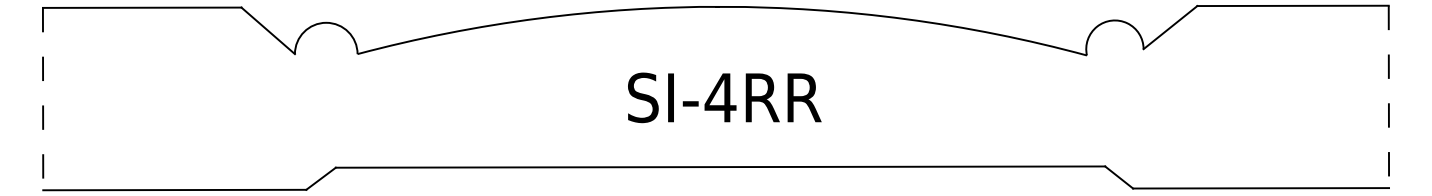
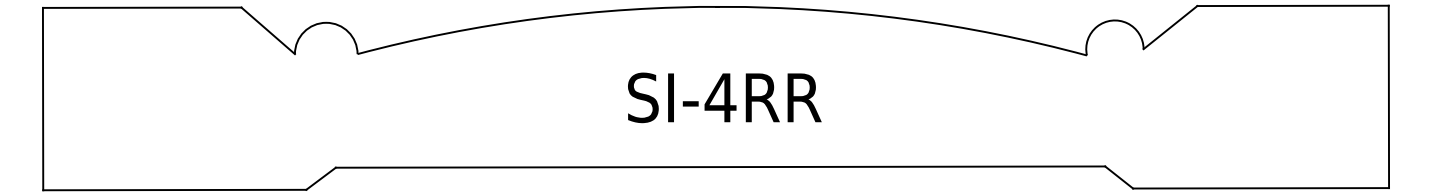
line at (1388, 97): dashed -> solid
line at (43, 99): dashed -> solid
